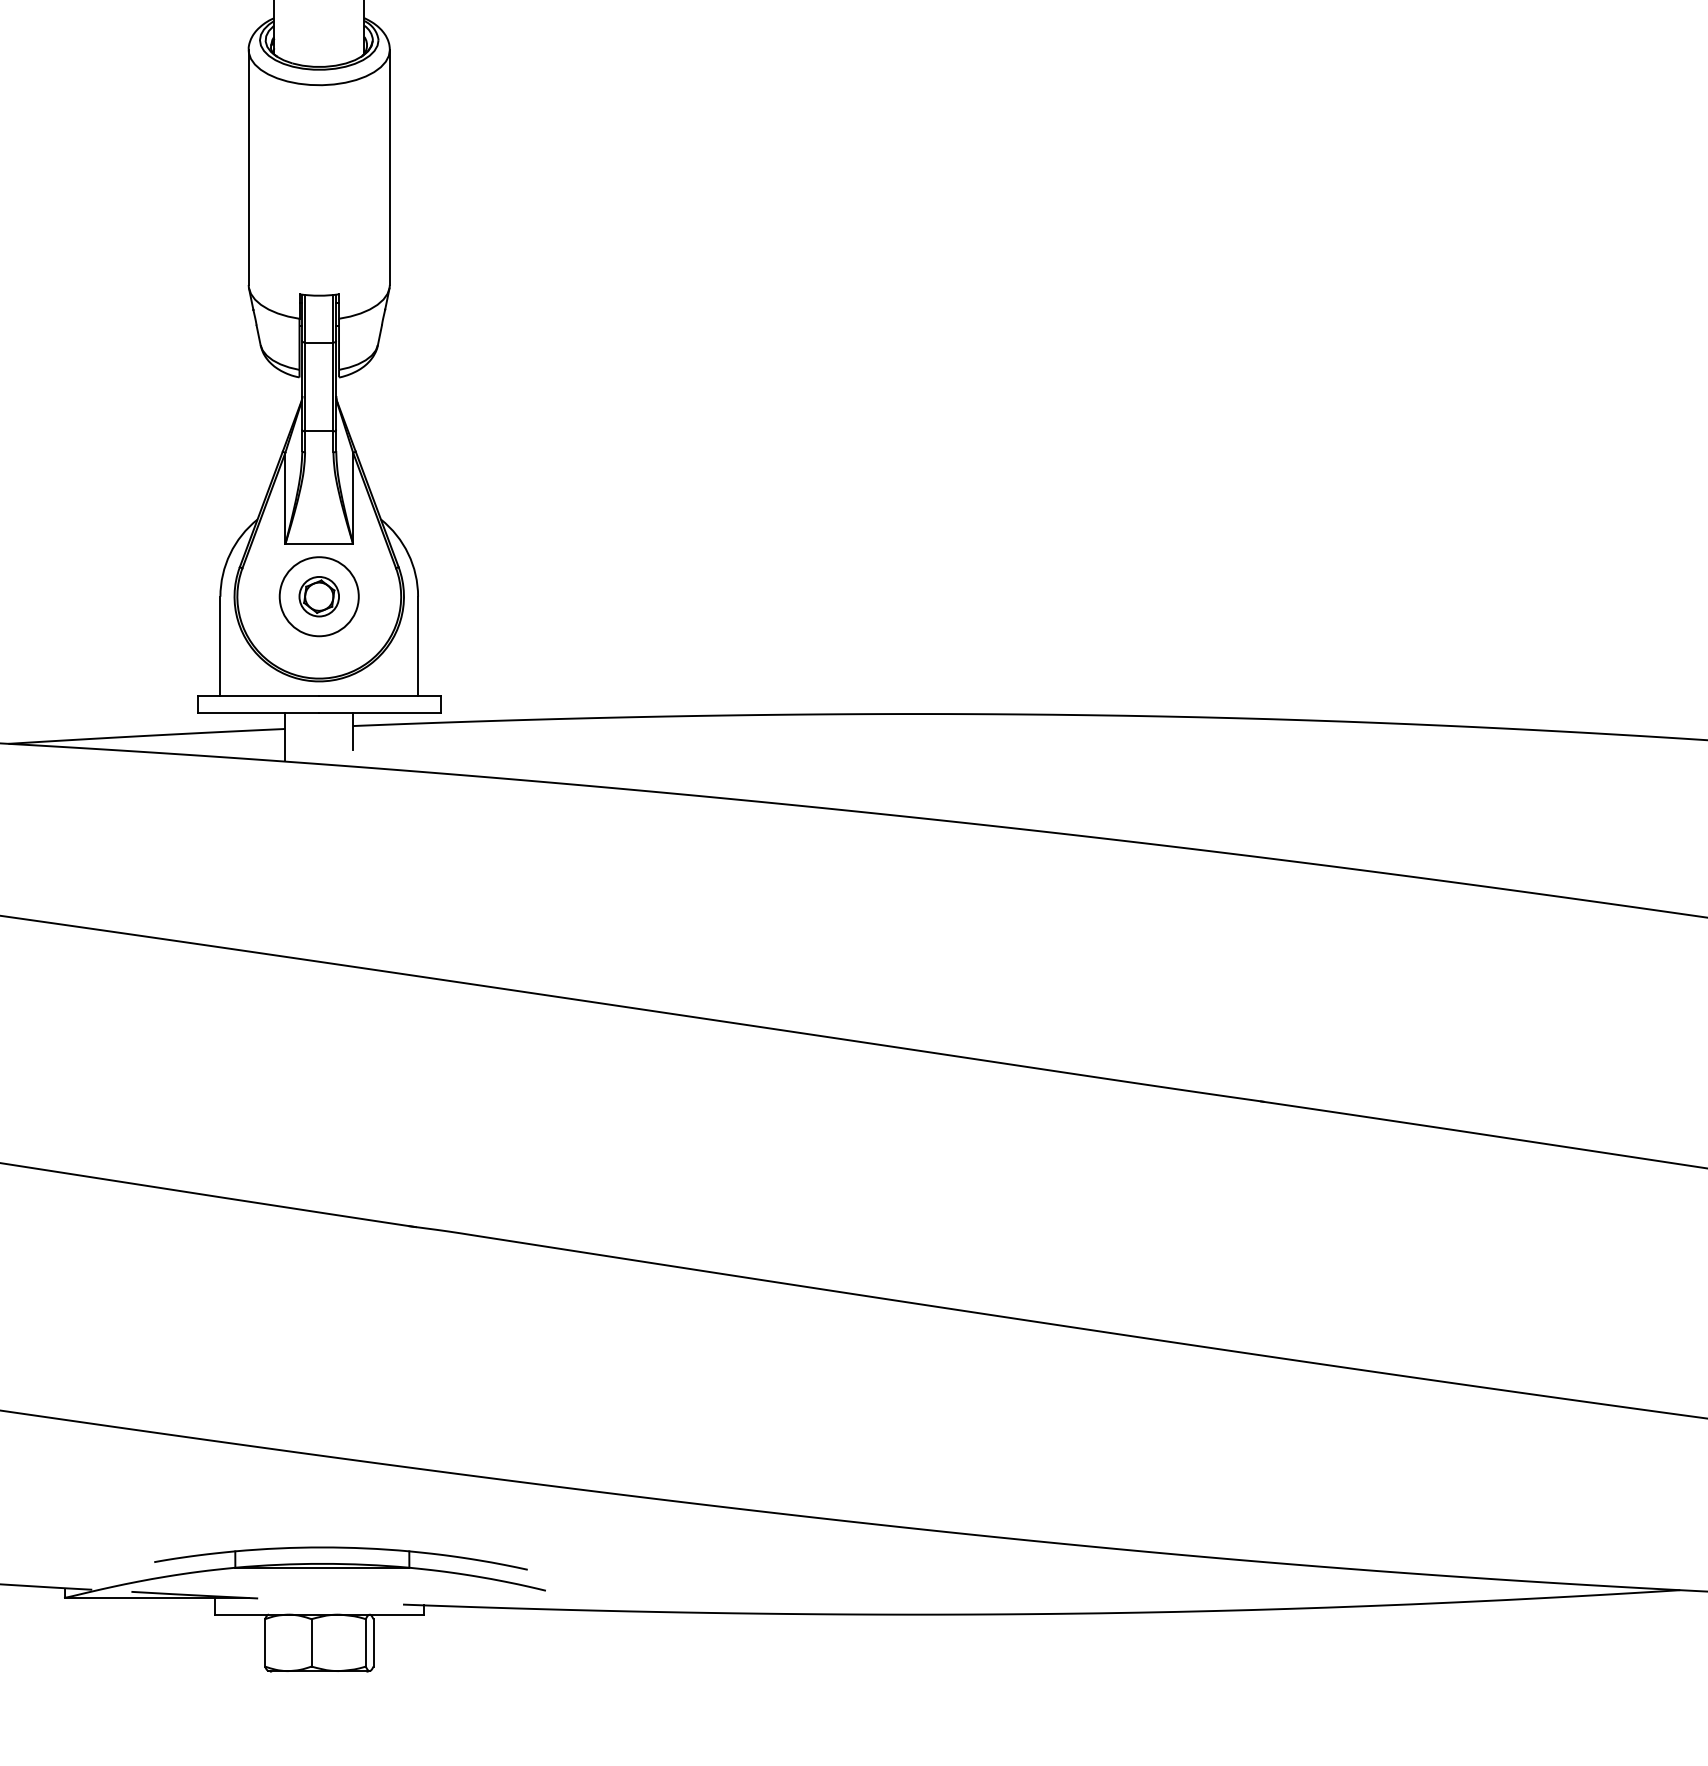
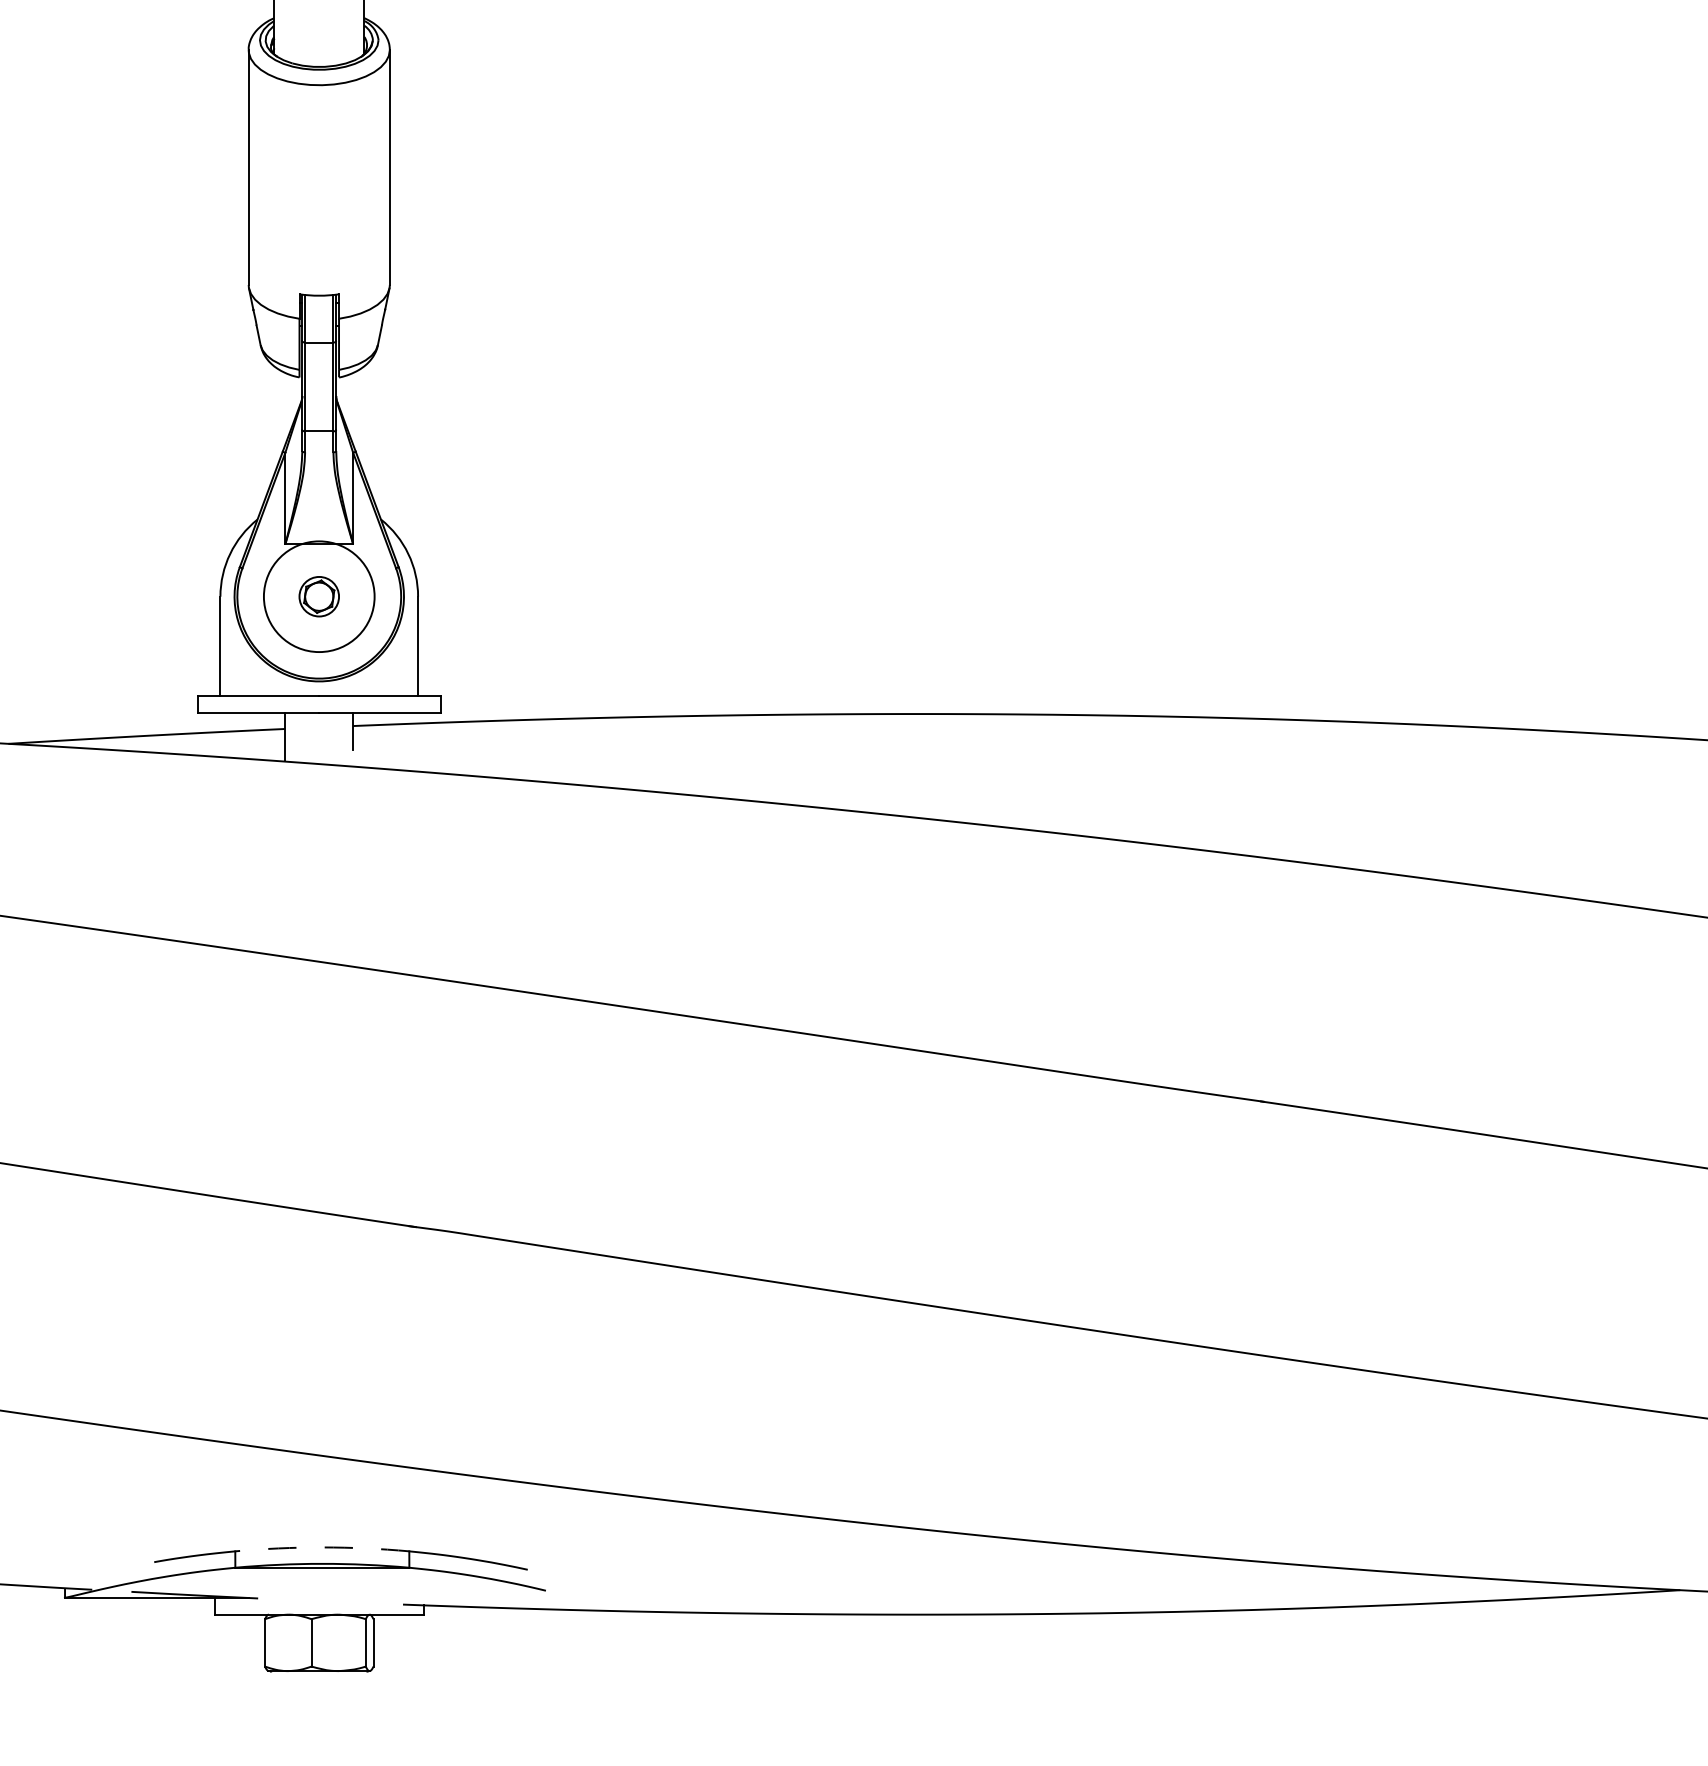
circle at (318, 596) diameter: 79 px -> 111 px
arc at (322, 1547): solid -> dashed
